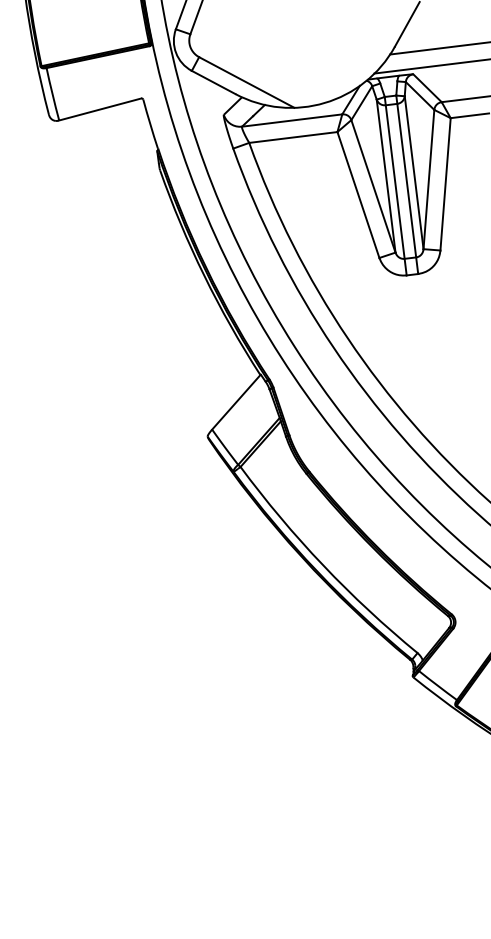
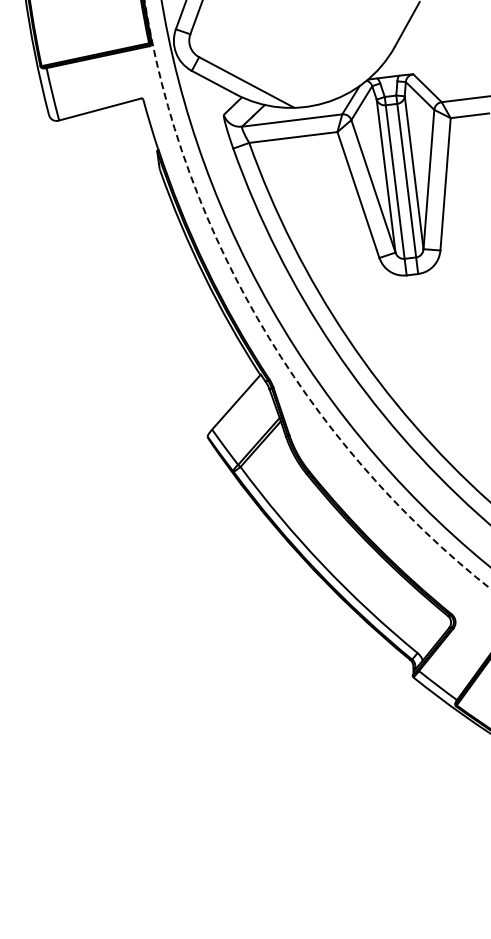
line at (438, 48): present -> none
line at (430, 66): present -> none
circle at (317, 294): solid -> dashed
